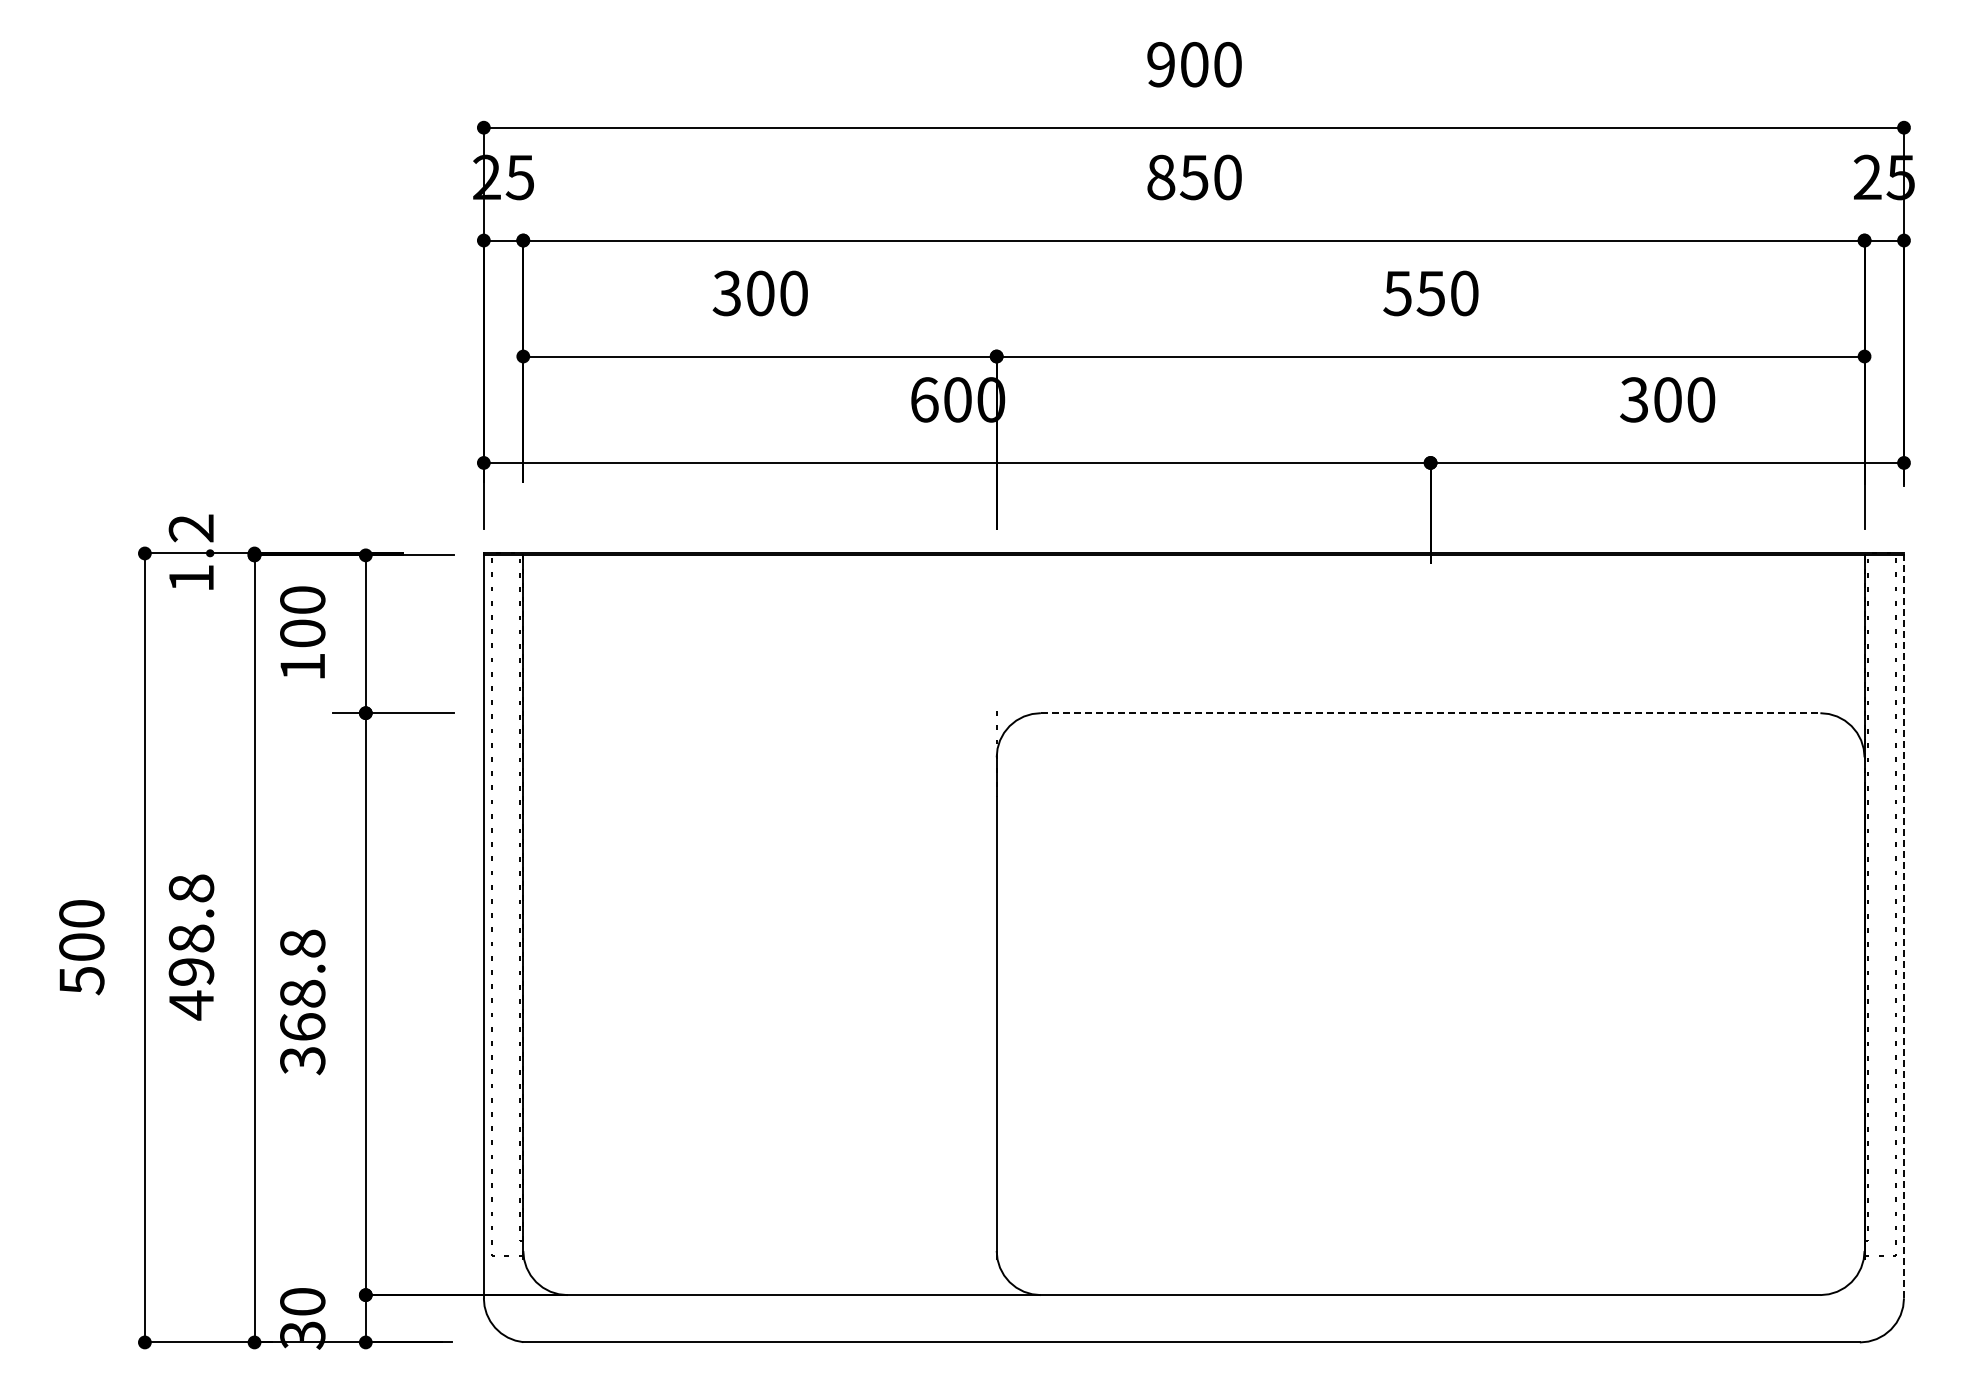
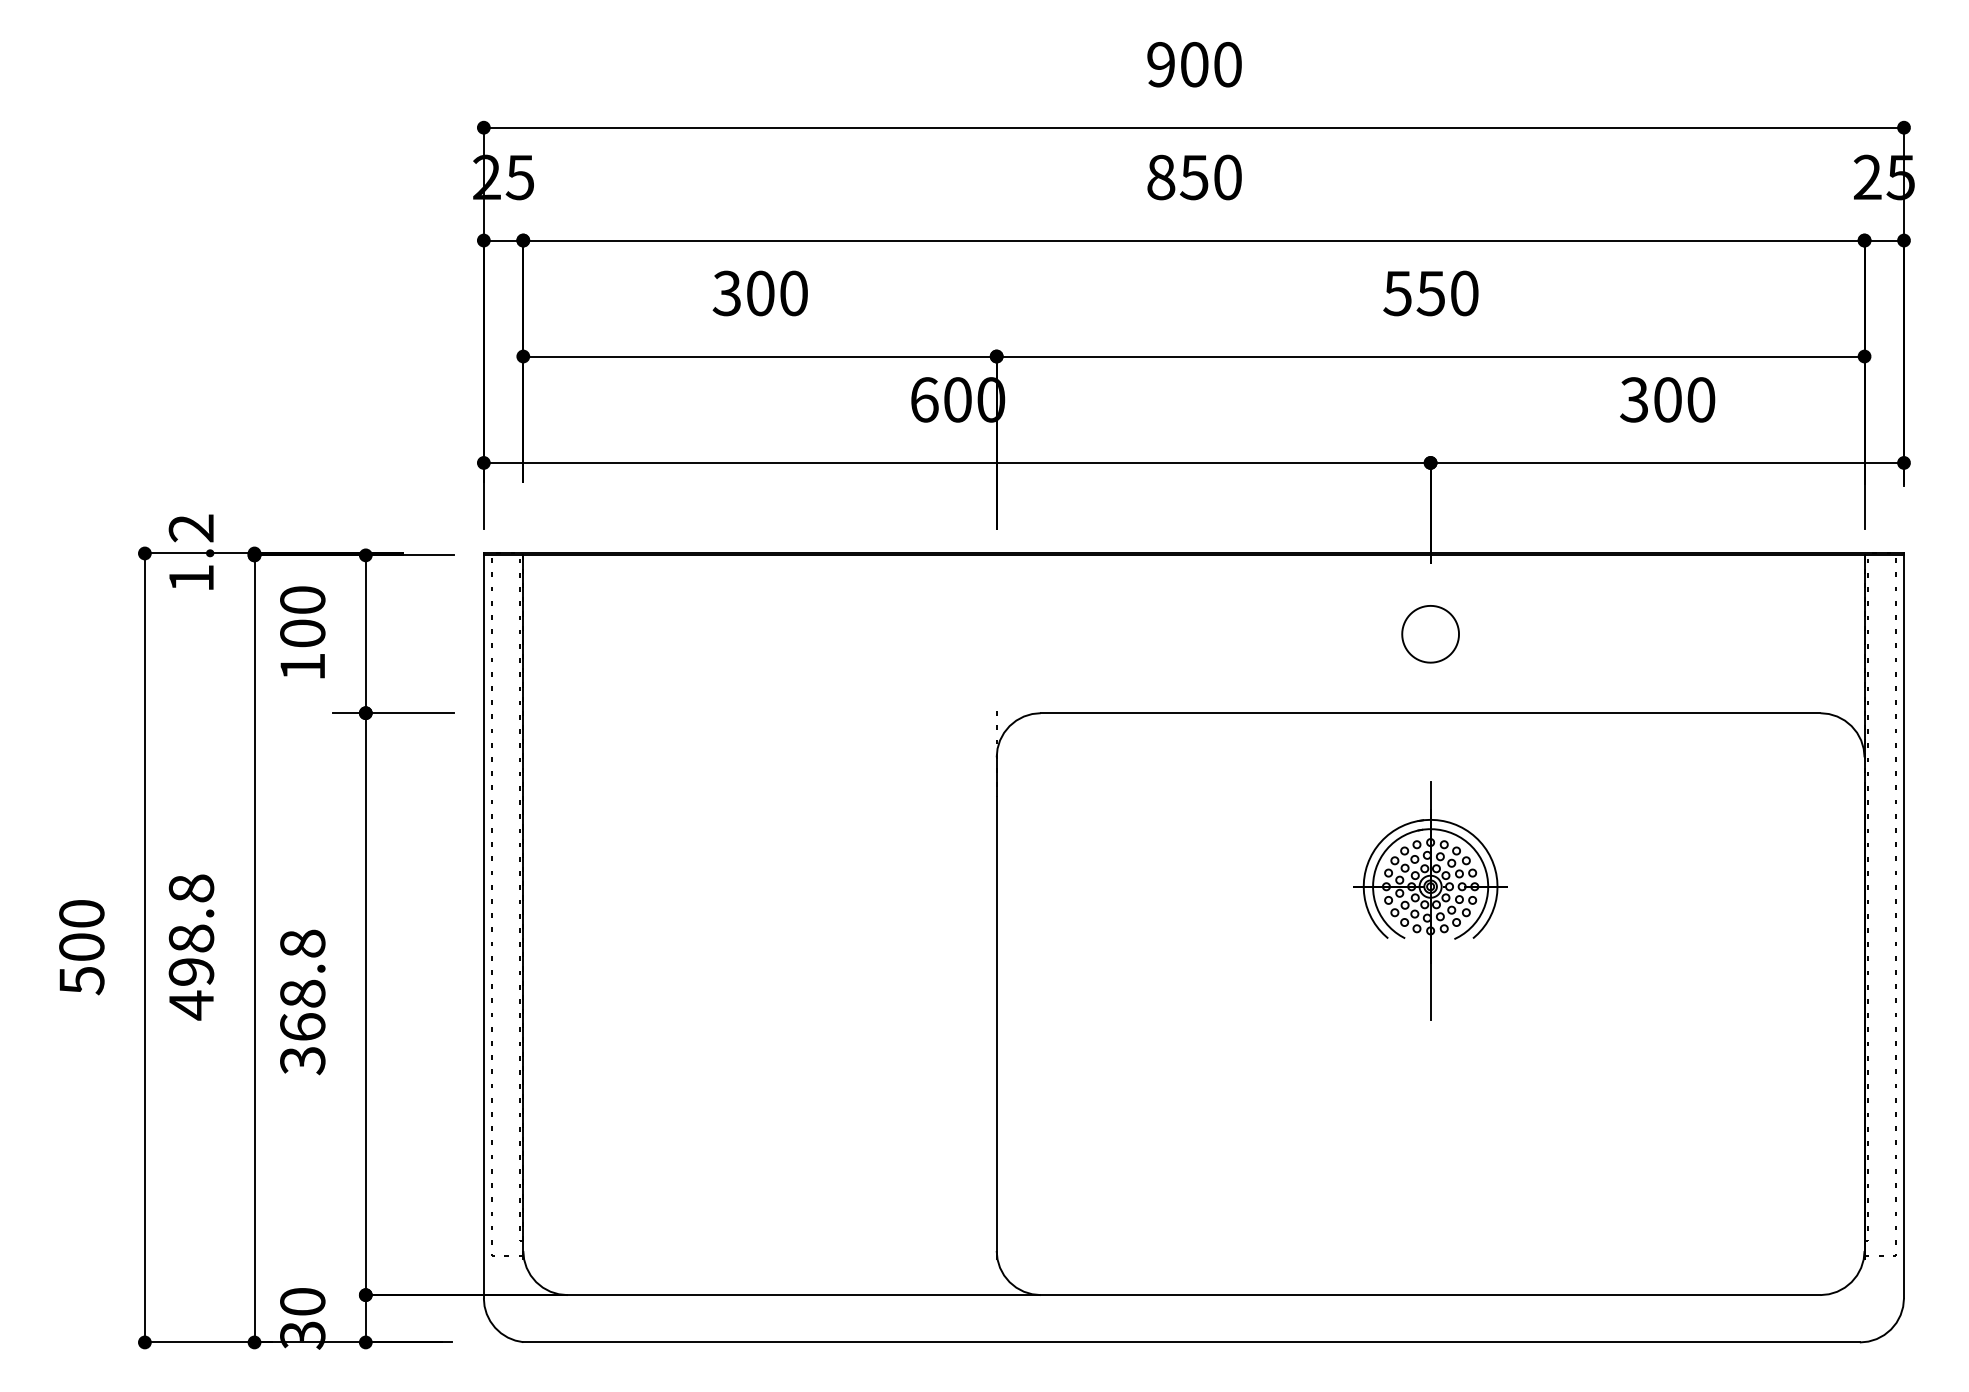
part at (1430, 634): none -> present
line at (1430, 713): dashed -> solid
part at (1430, 900): none -> present
line at (1904, 925): dashed -> solid
